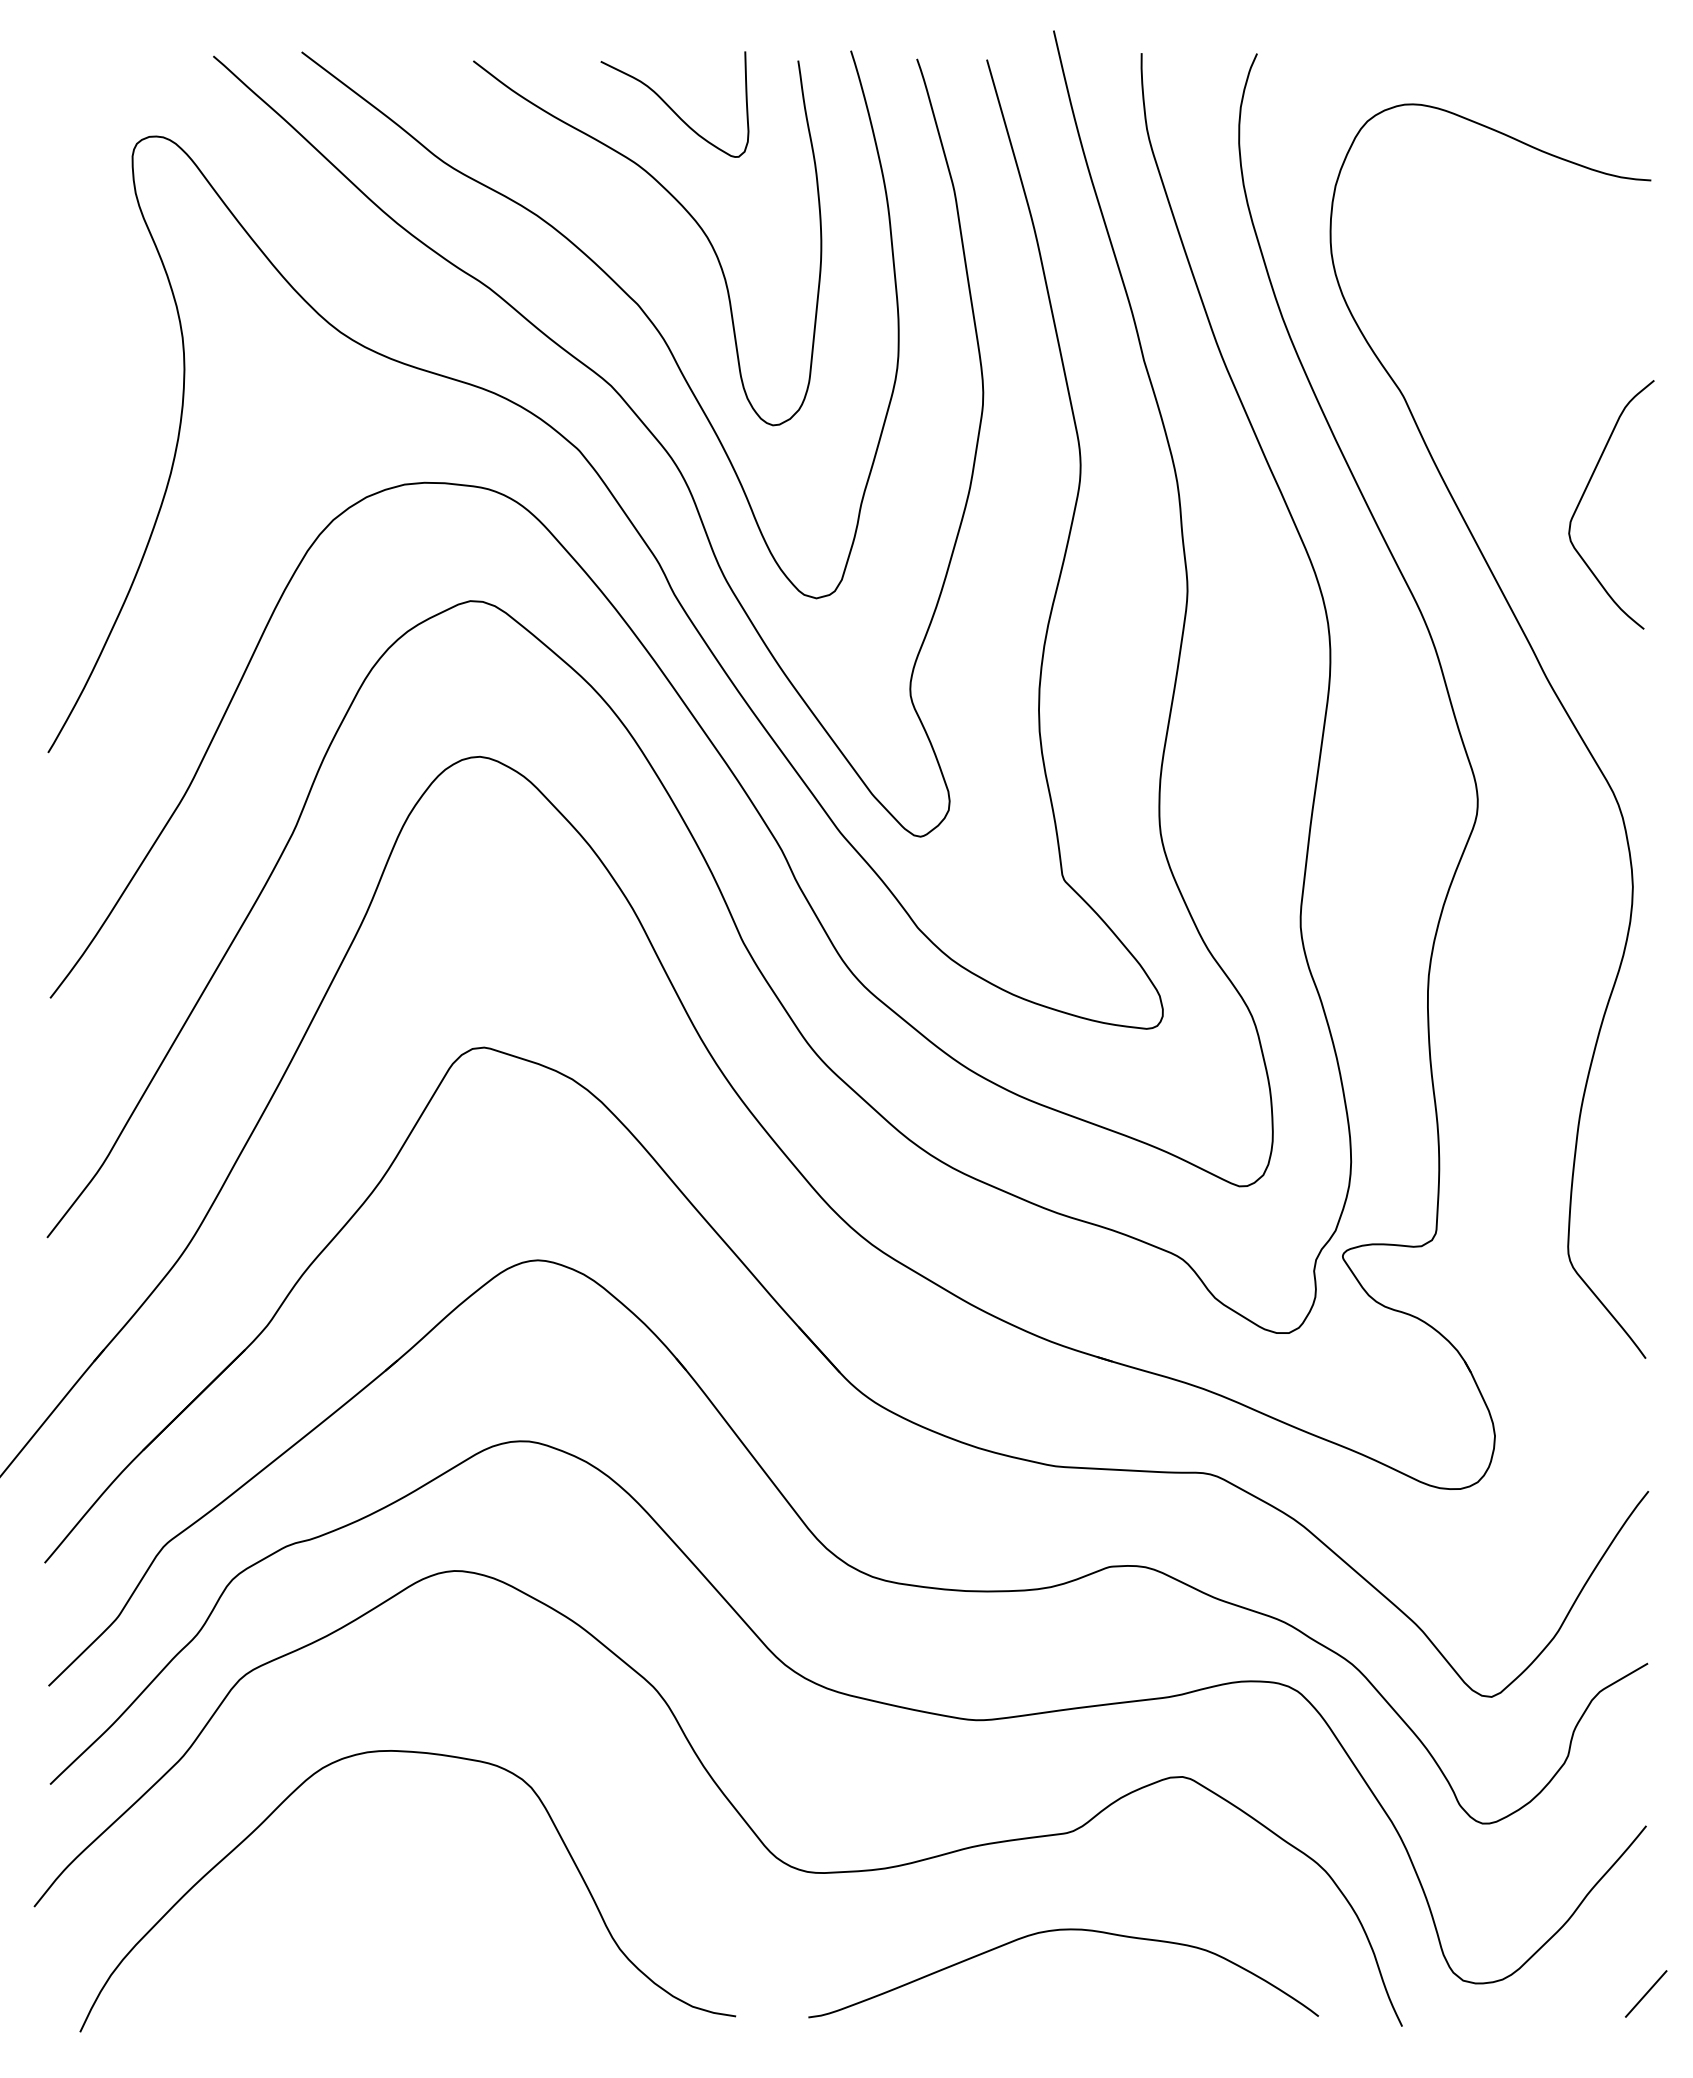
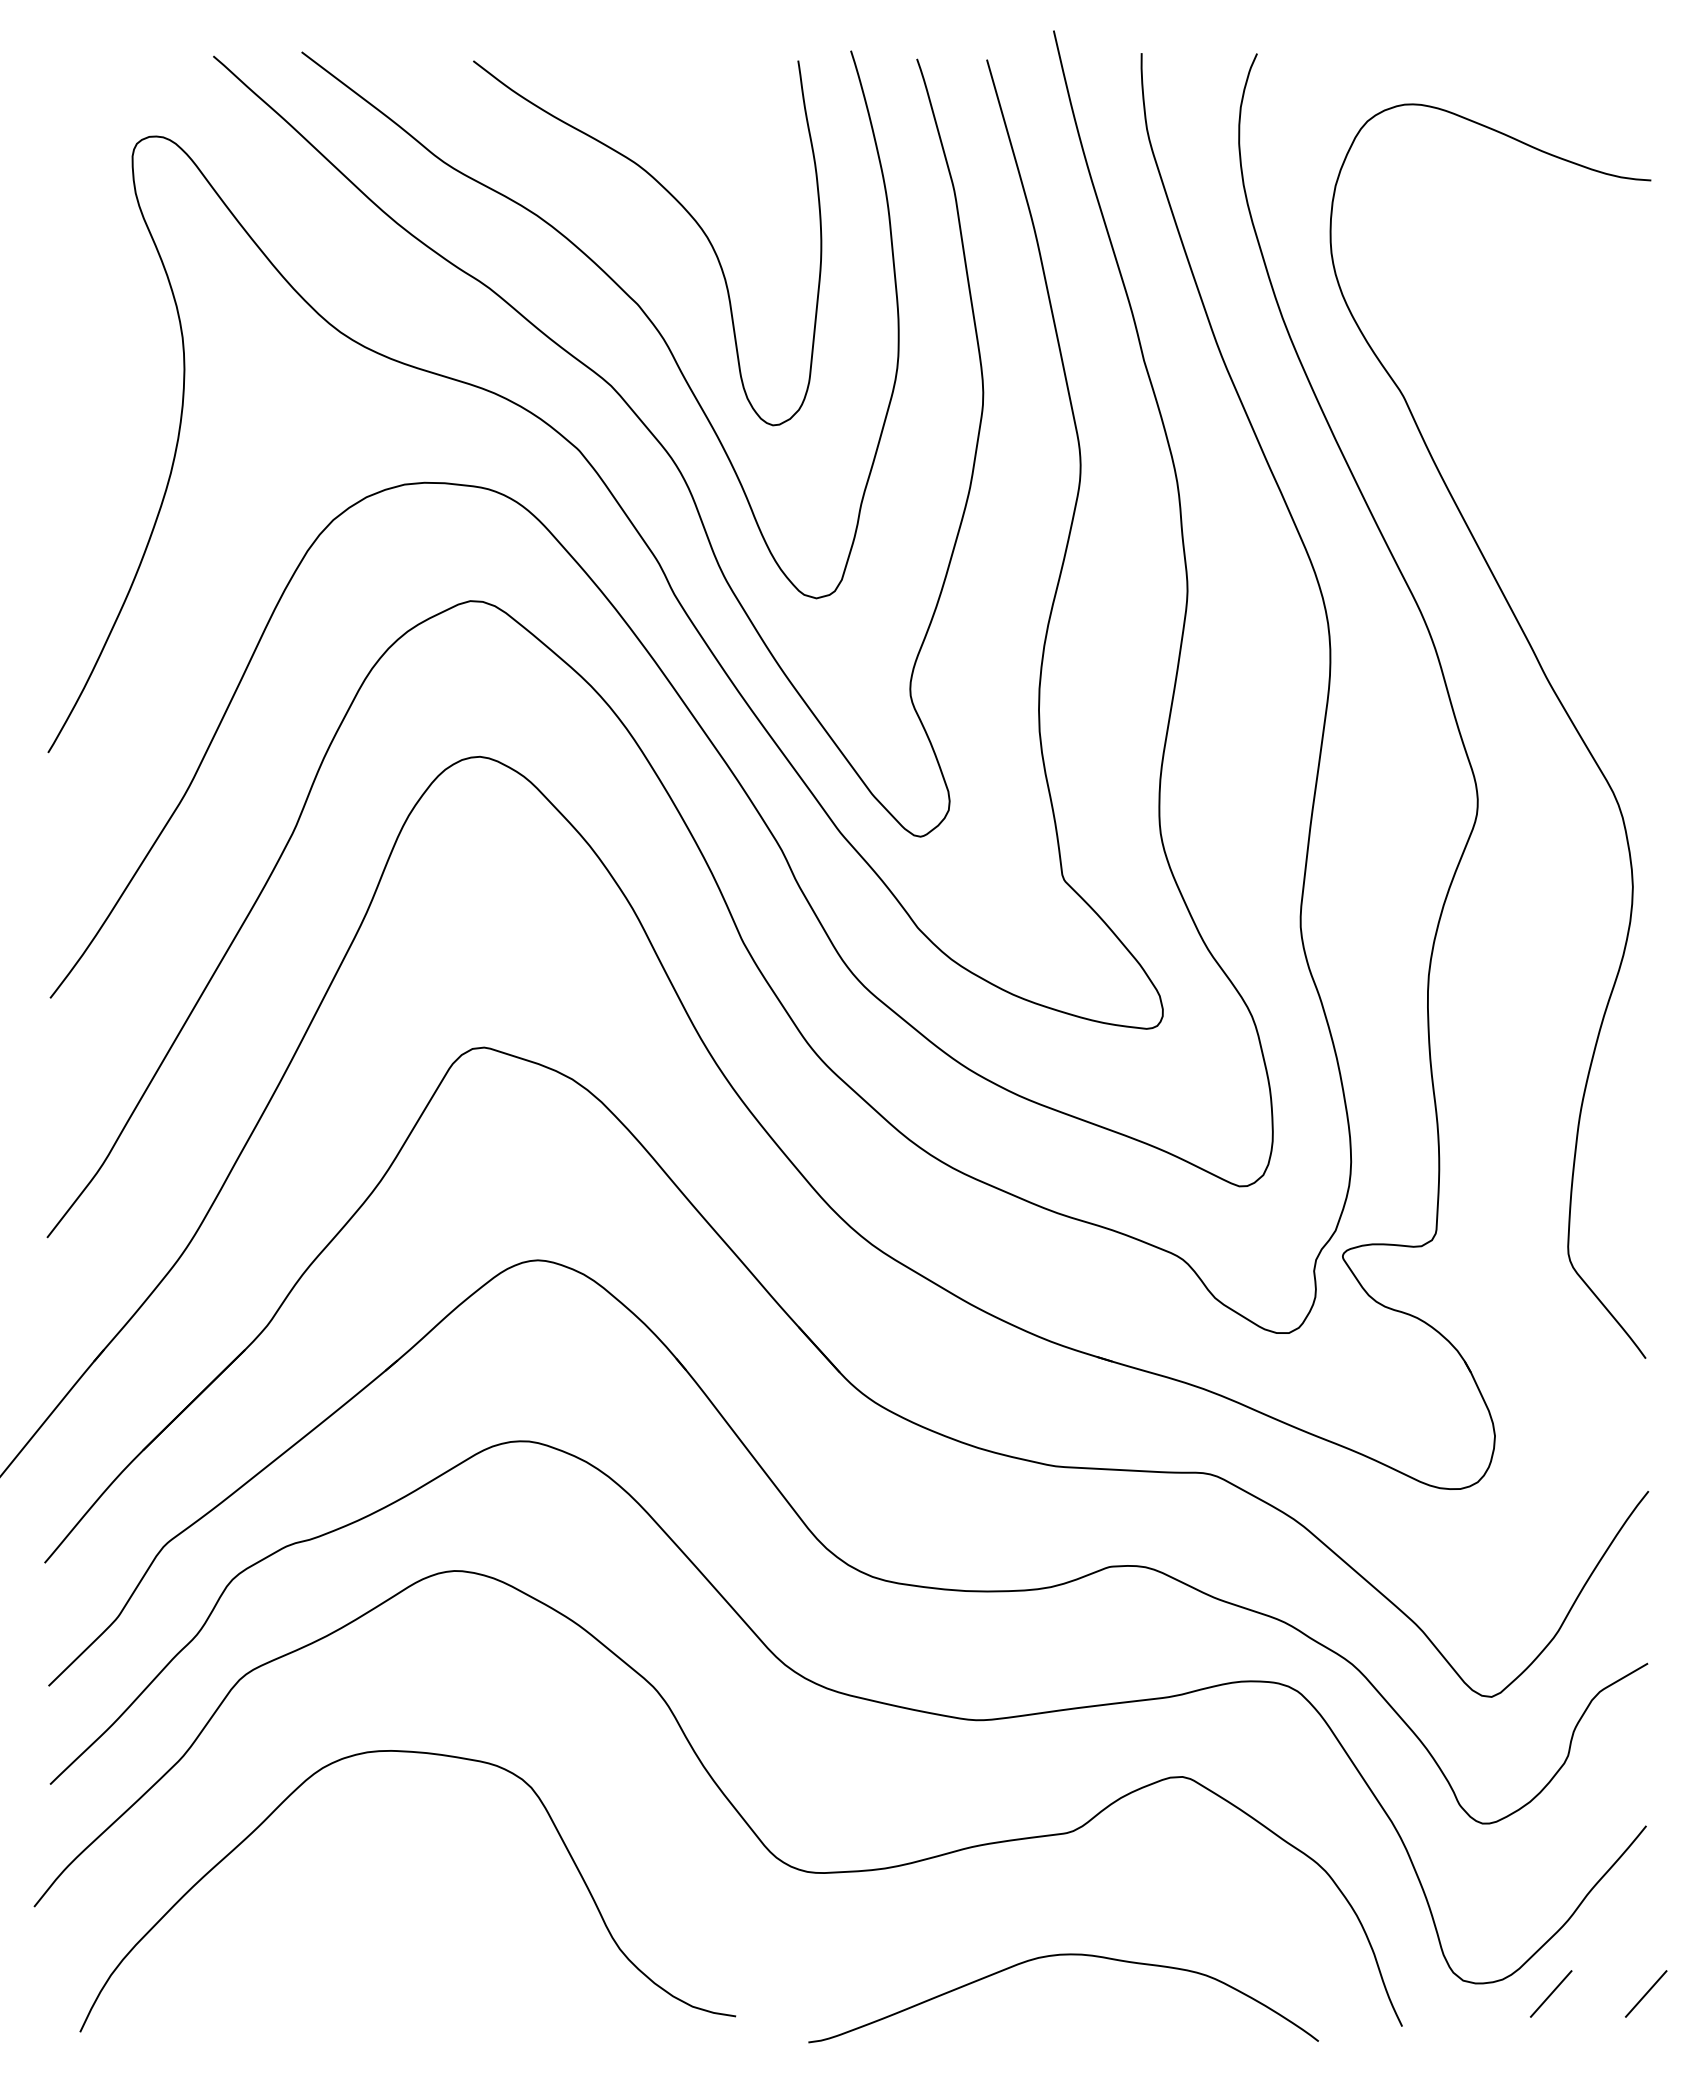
curve at (671, 107): present -> none
curve at (1585, 492): present -> none
curve at (1055, 1931) position: (1055, 1931) -> (1055, 1956)
line at (1551, 1993): none -> present
